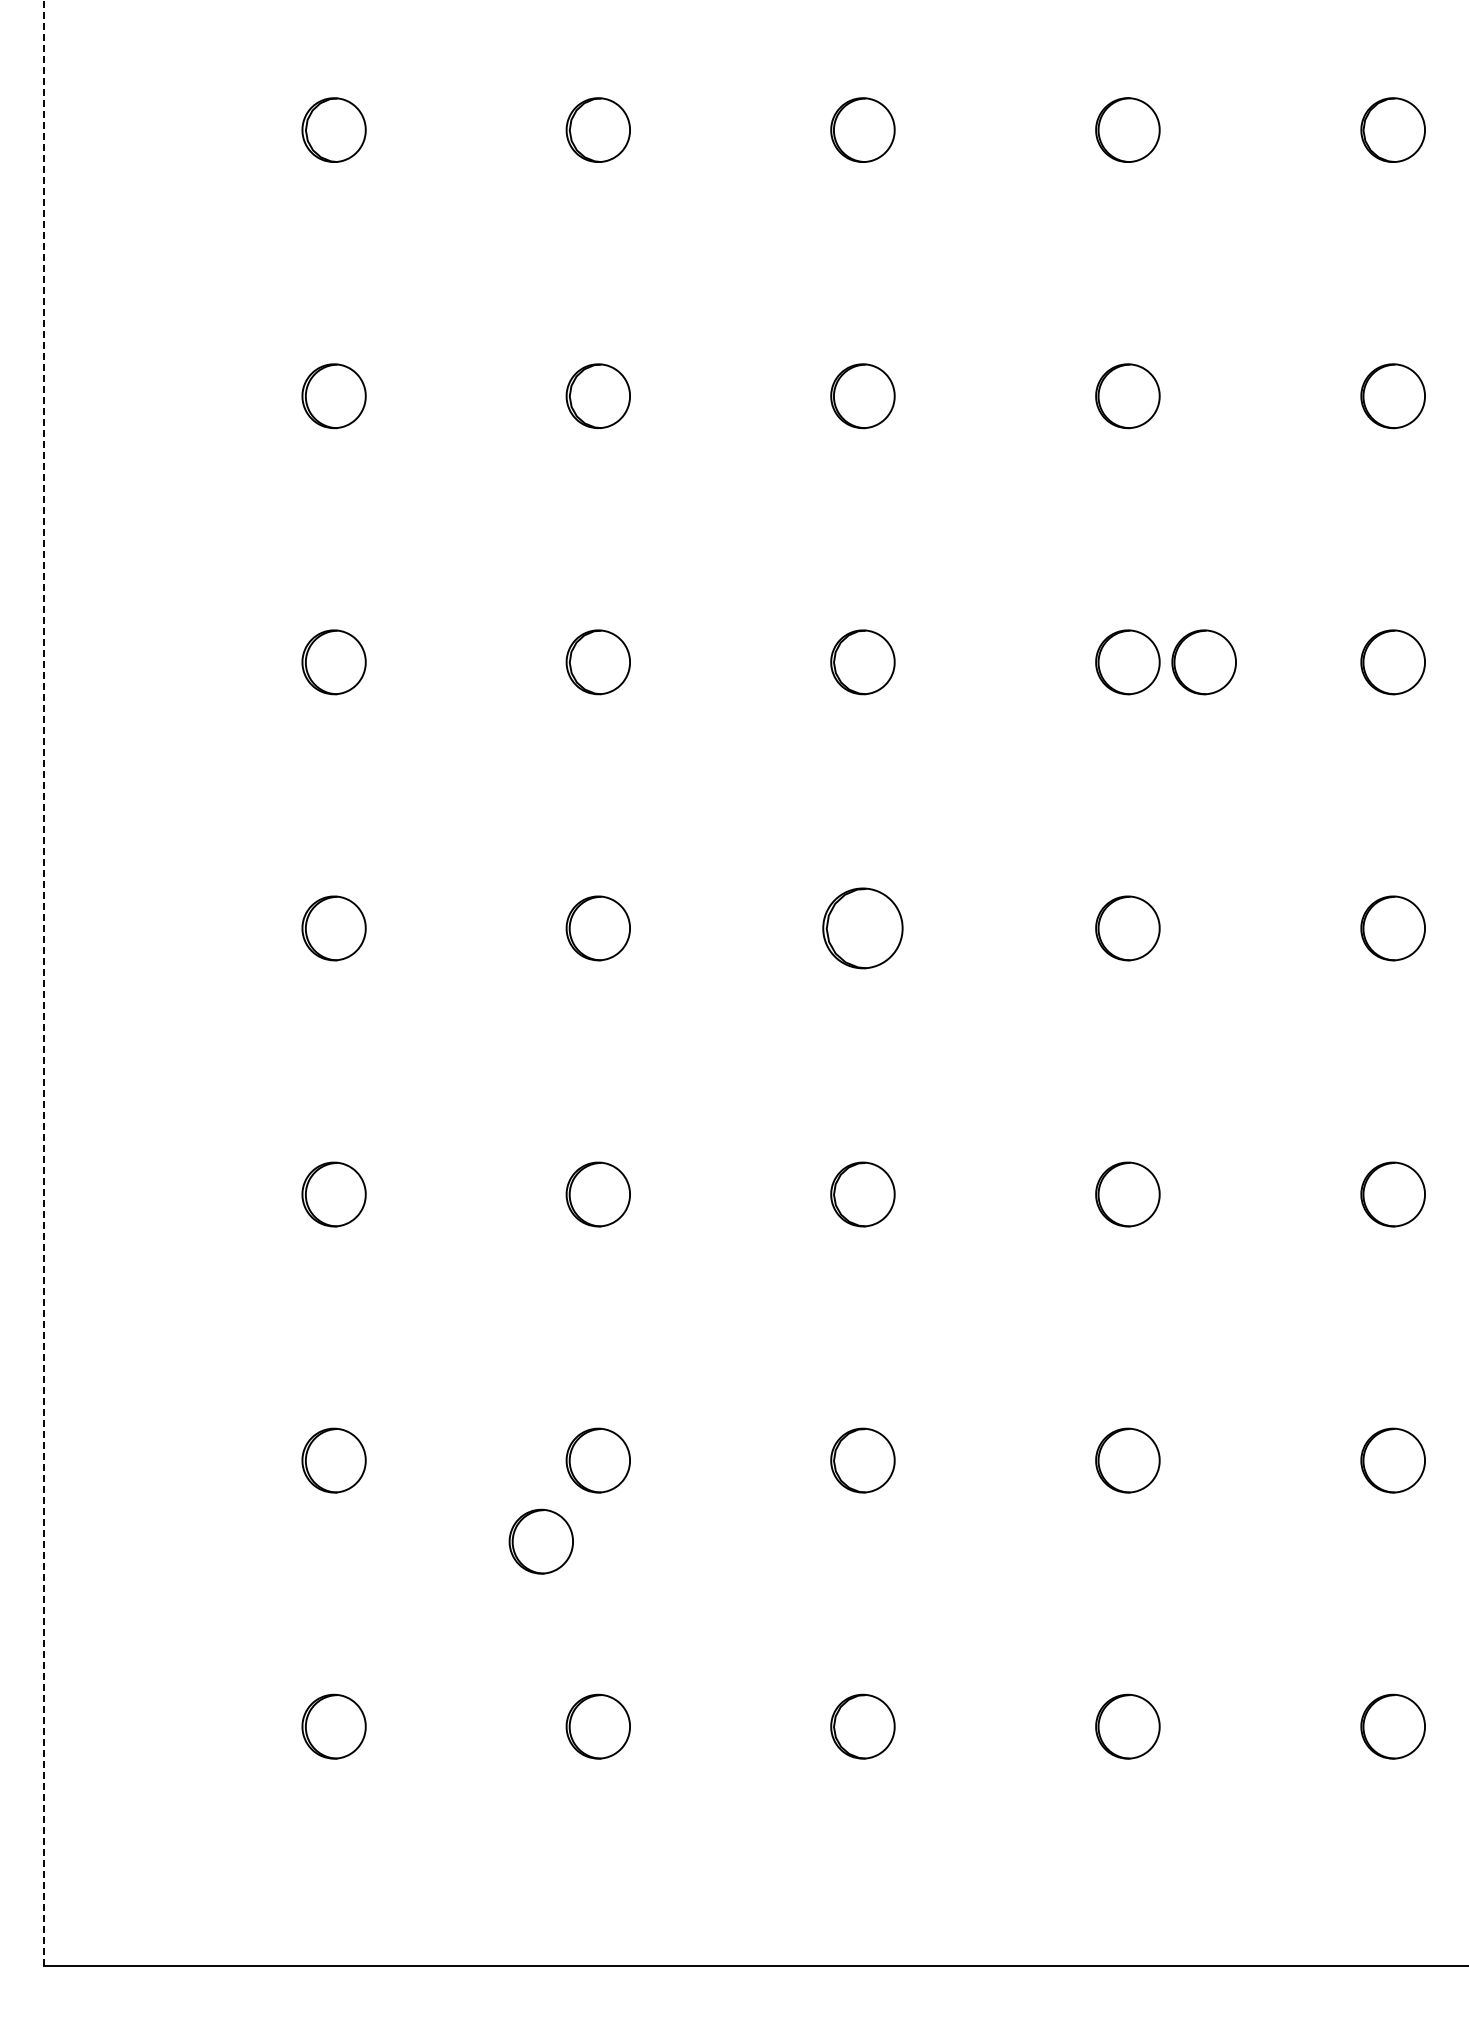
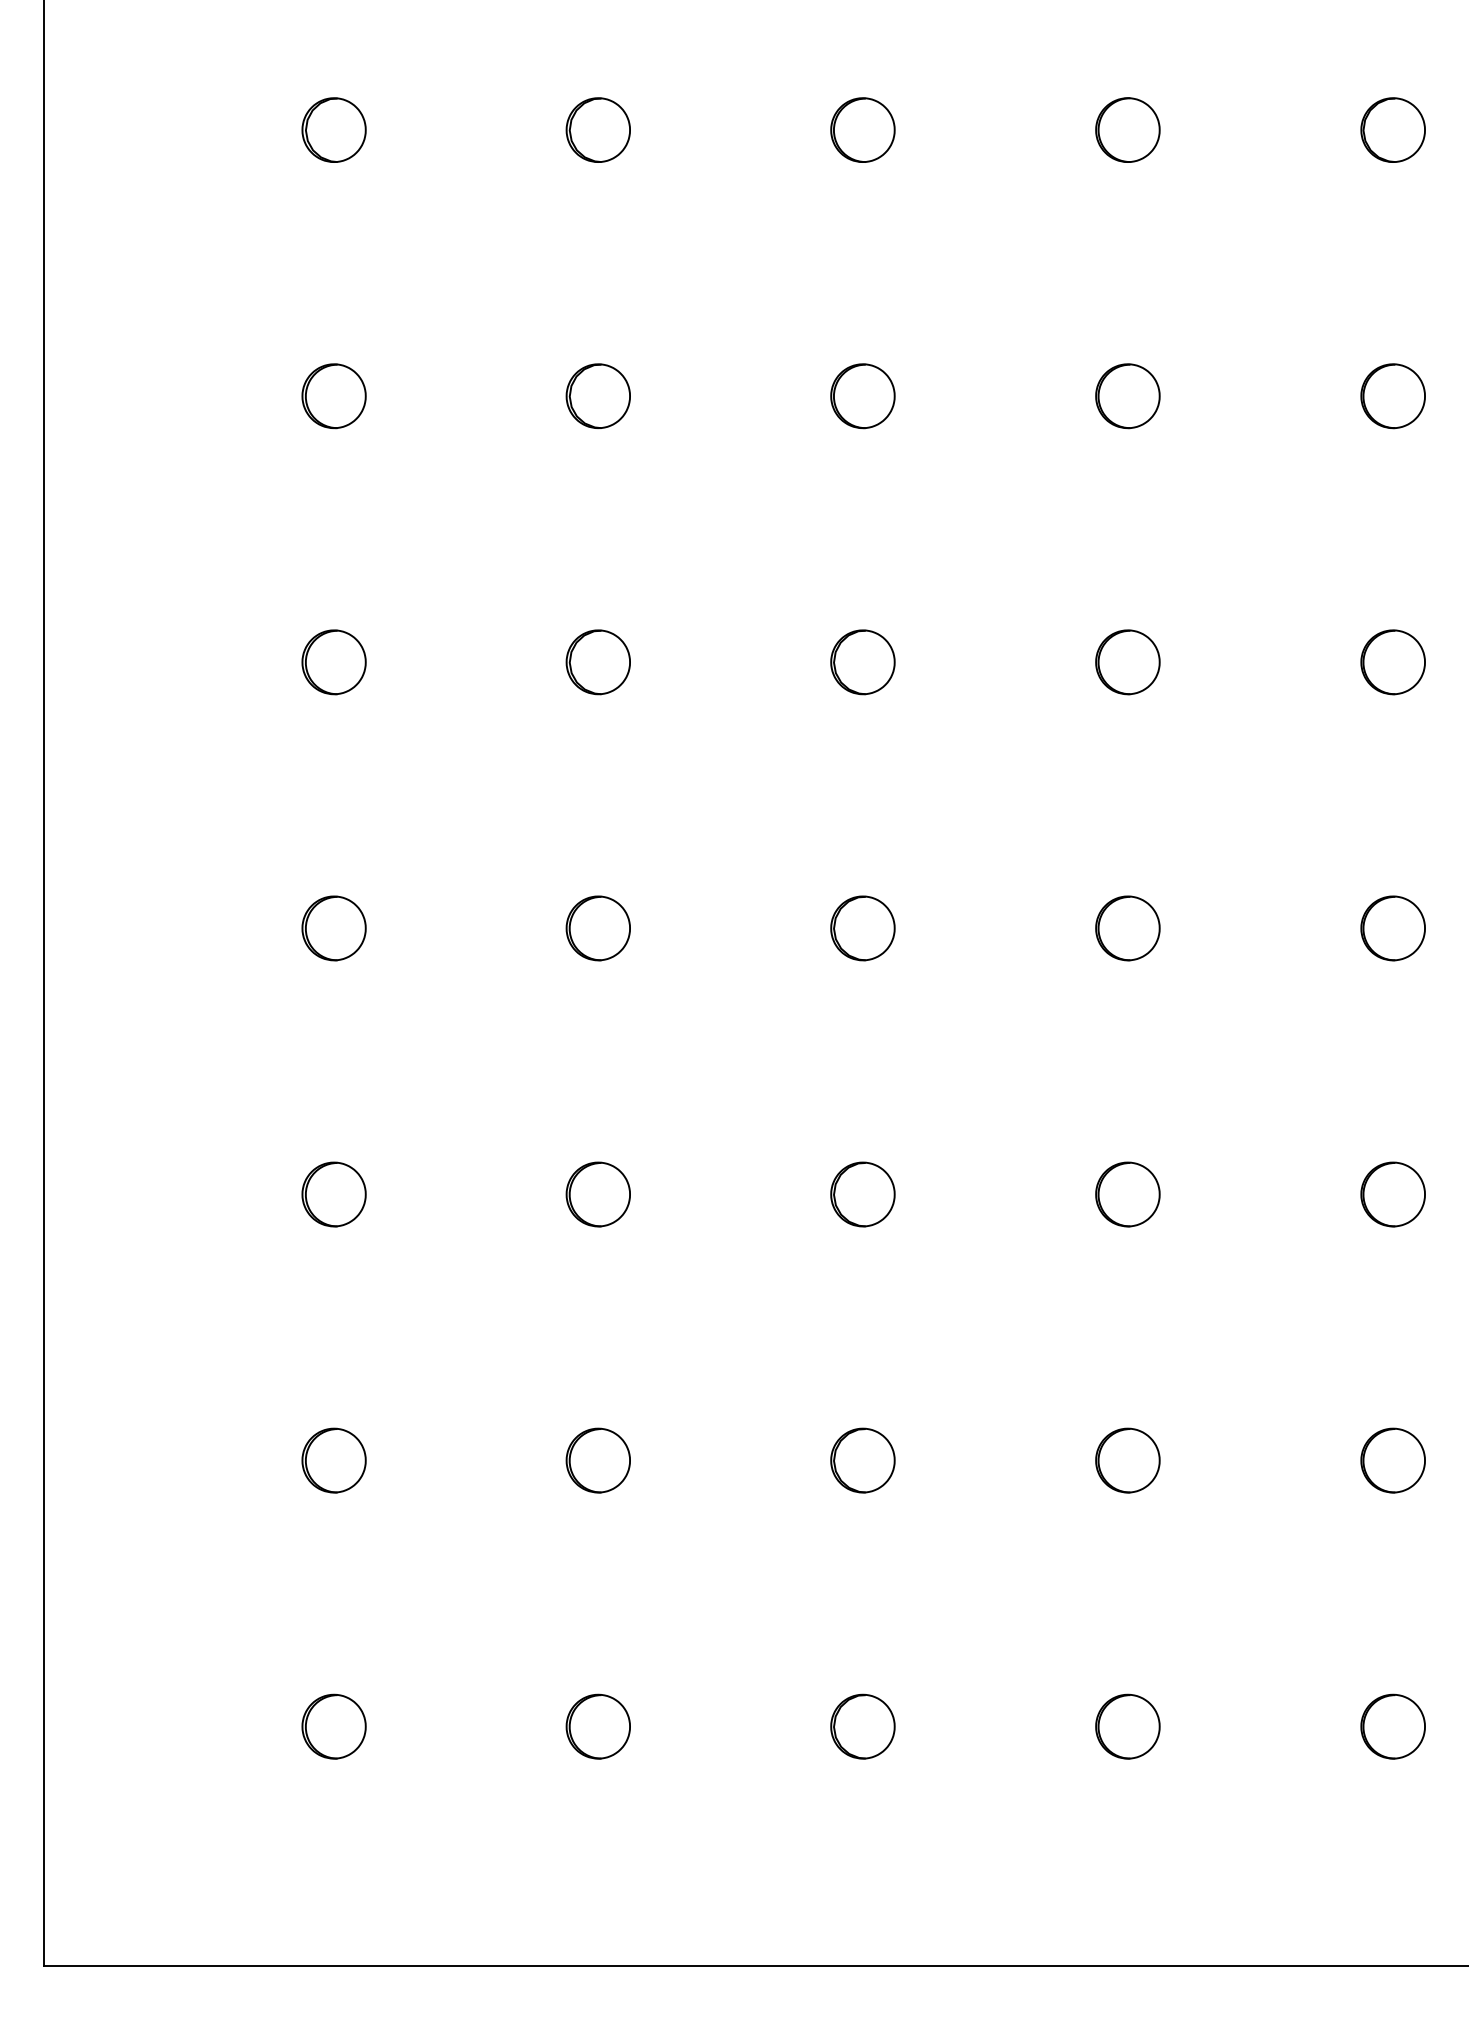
part at (1203, 662): present -> none
part at (862, 928) size: 82x83 px -> 66x67 px
line at (43, 983): dashed -> solid
part at (540, 1541): present -> none
